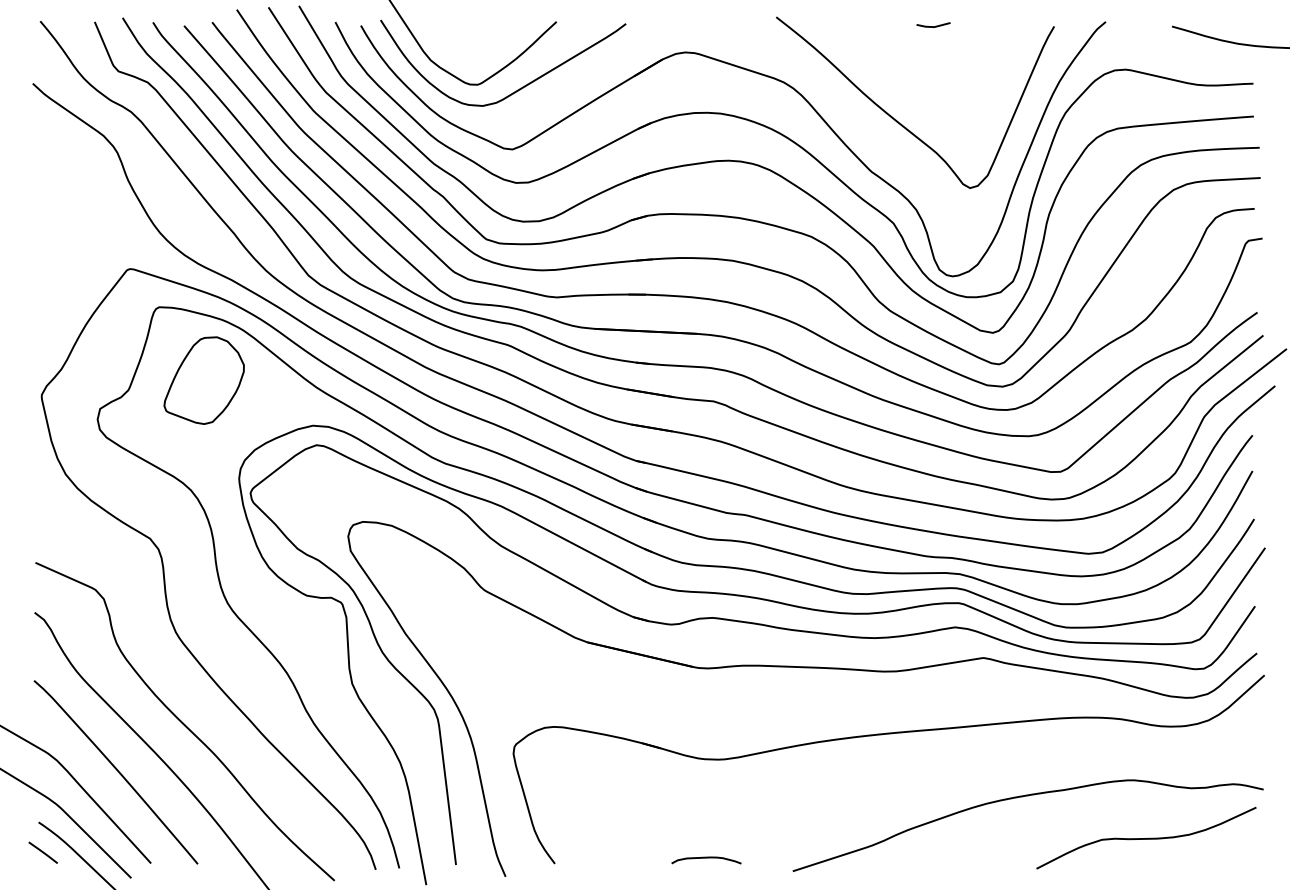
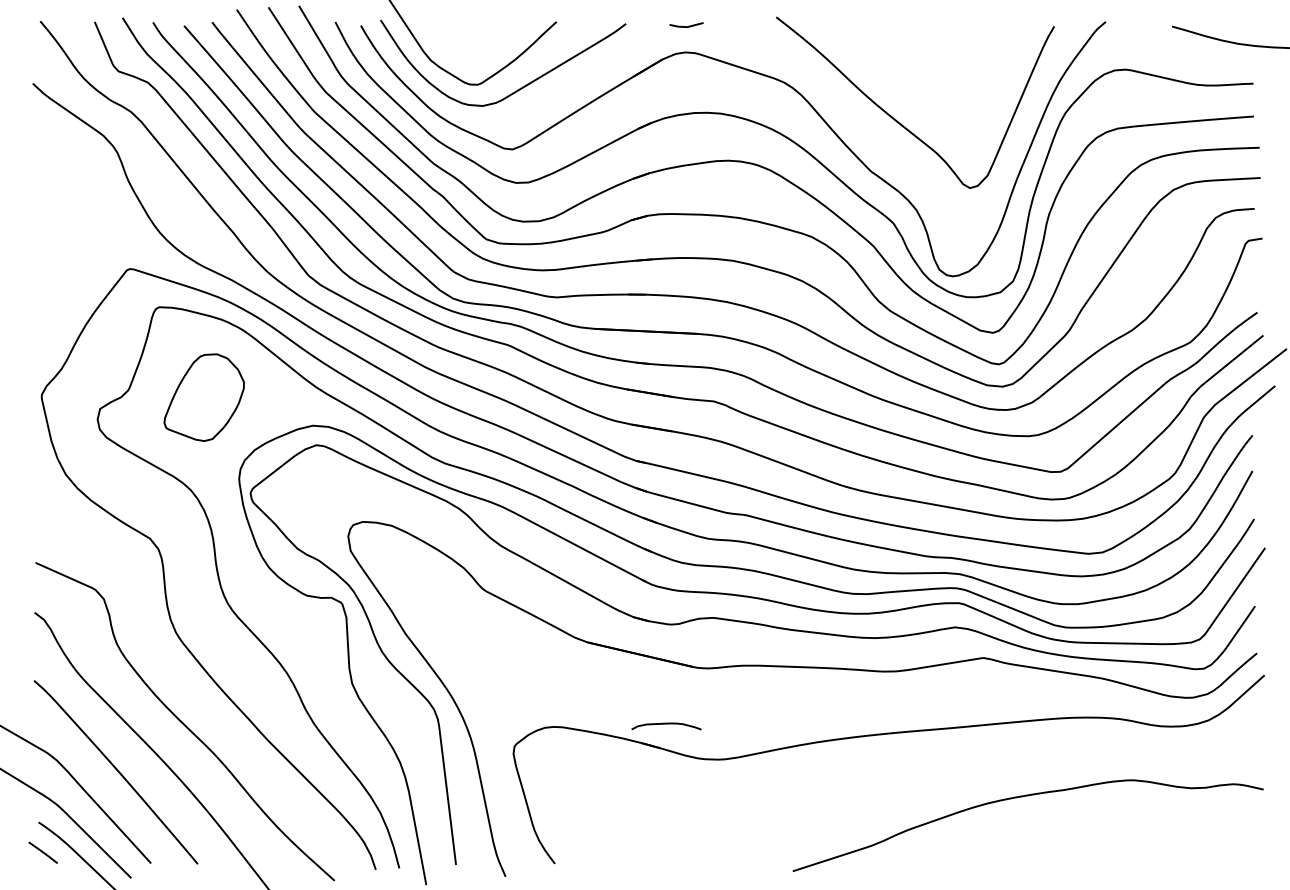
line at (933, 26) position: (933, 26) -> (686, 26)
part at (203, 380) position: (203, 380) -> (203, 397)
curve at (1146, 838): present -> none
curve at (706, 858) position: (706, 858) -> (666, 724)
